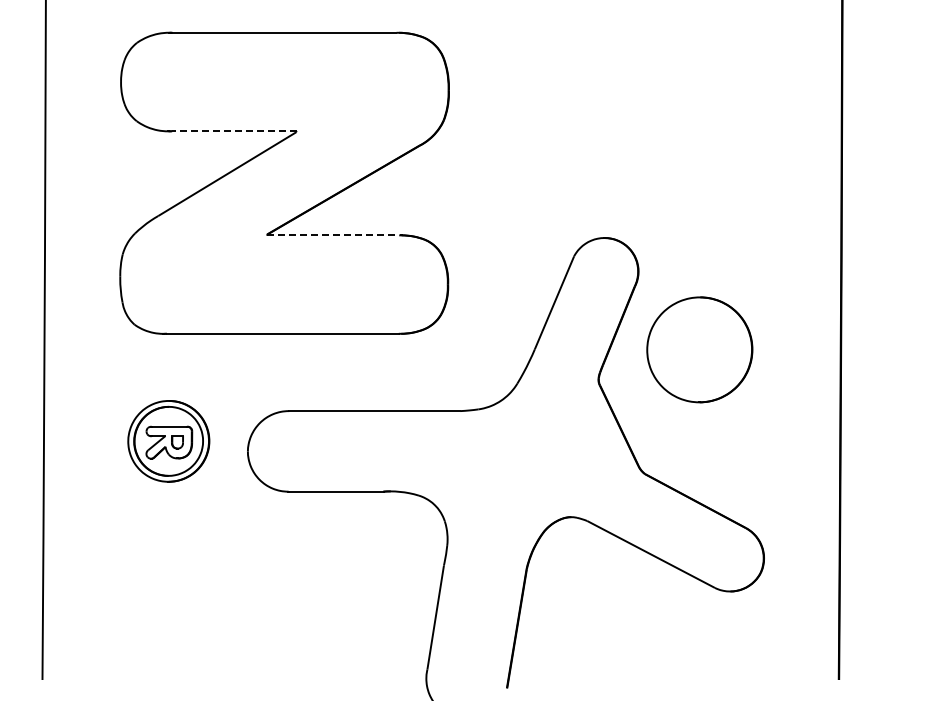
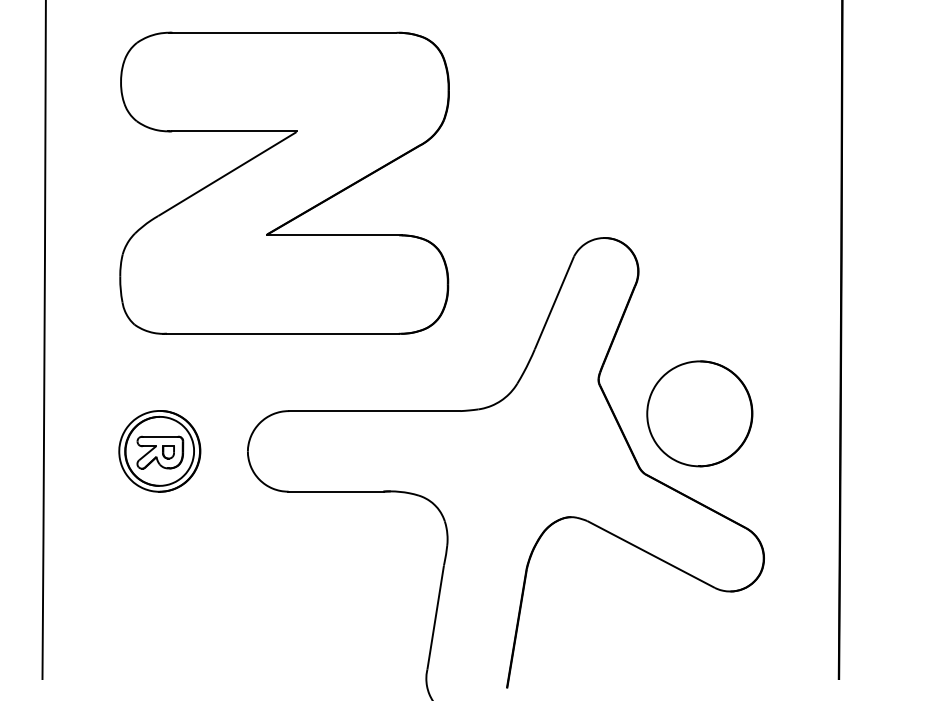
line at (233, 131): dashed -> solid
line at (333, 235): dashed -> solid
part at (699, 349) position: (699, 349) -> (699, 413)
part at (168, 441) position: (168, 441) -> (159, 451)
